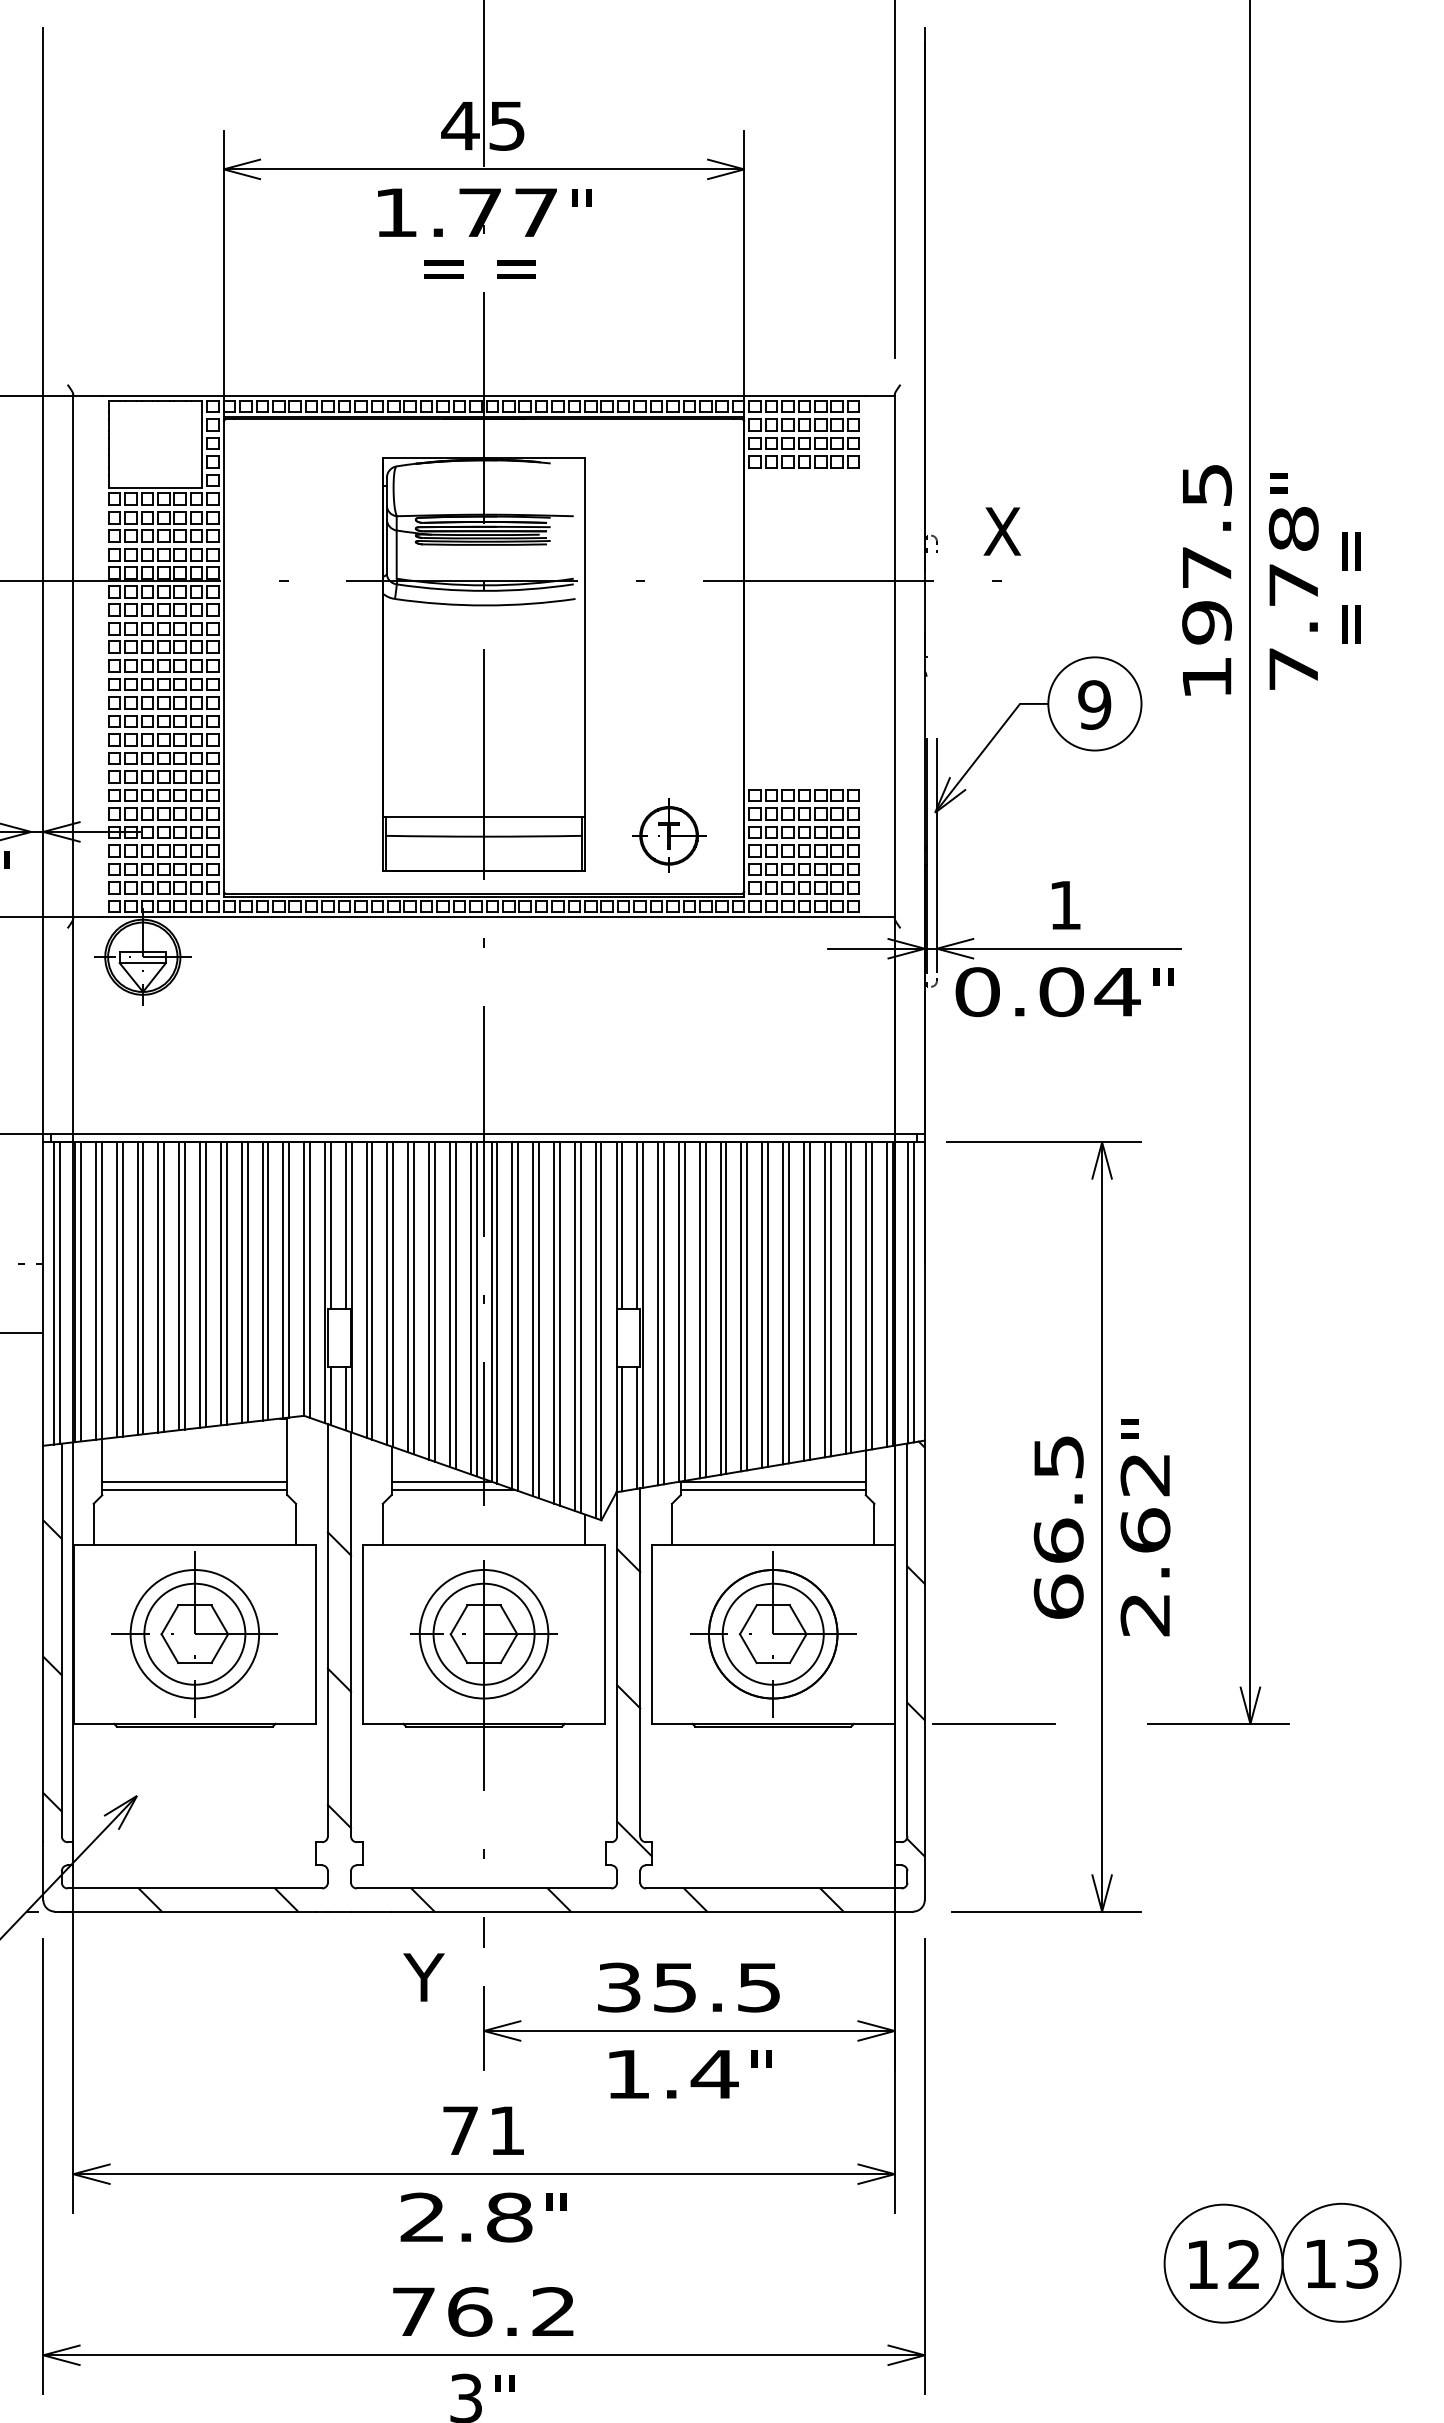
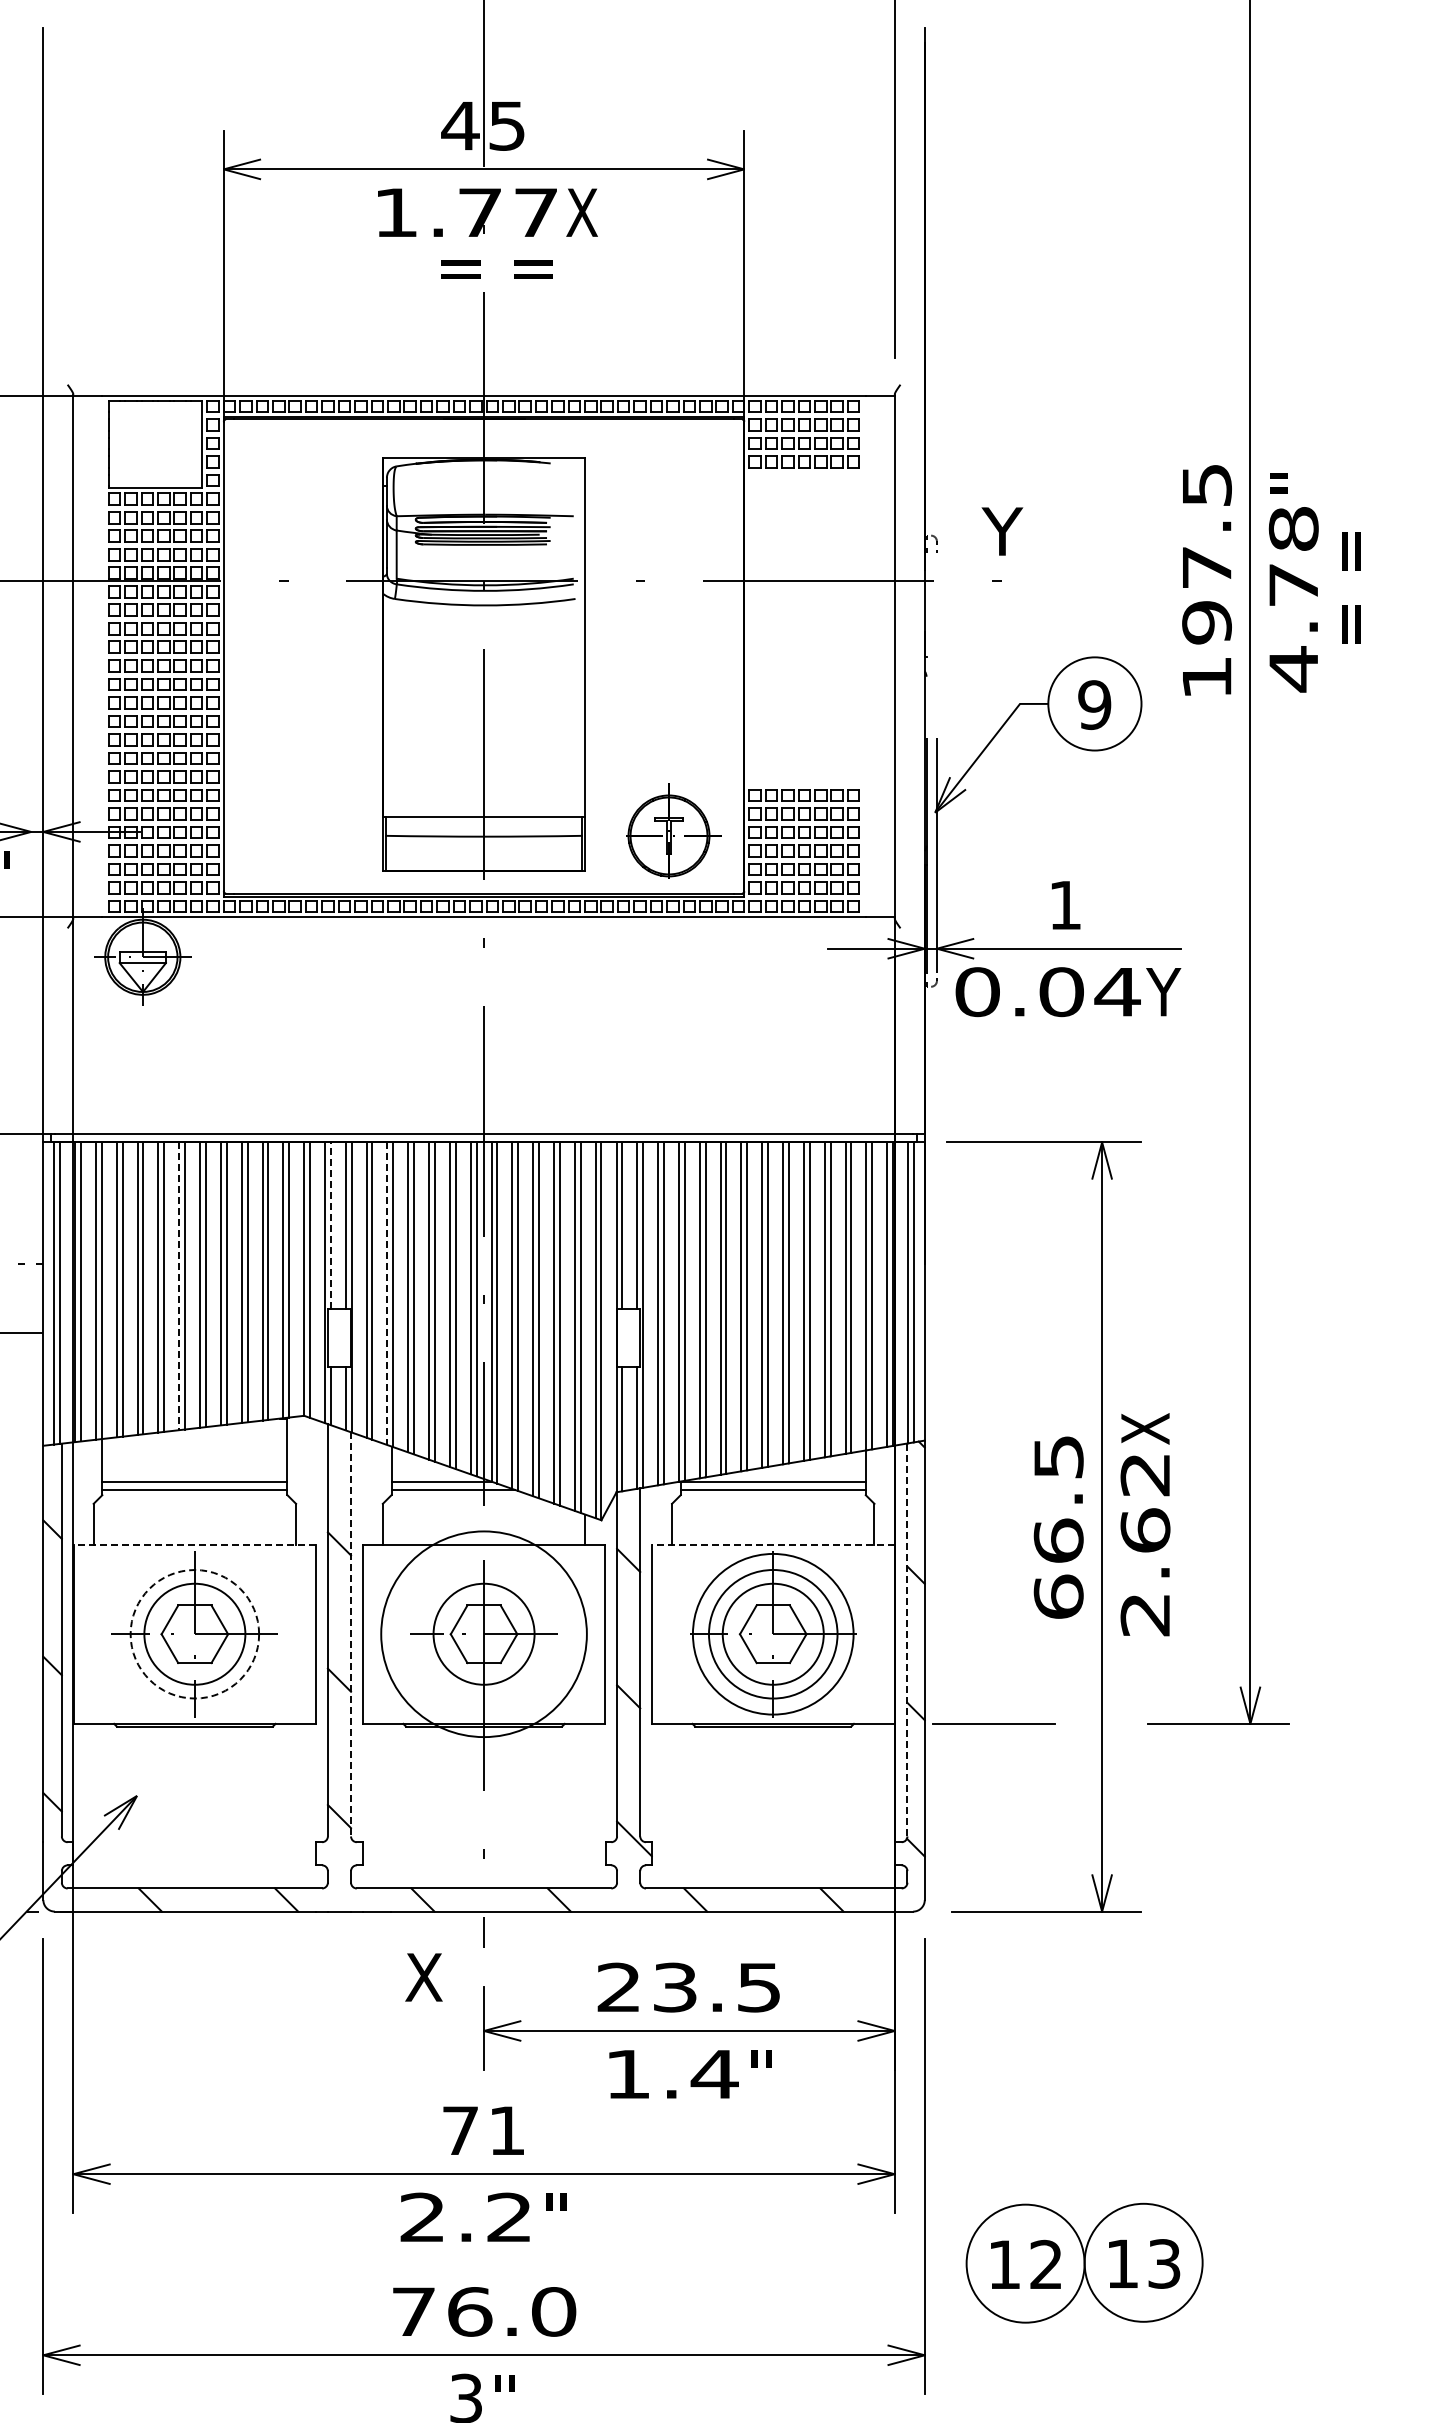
text at (581, 212): " -> X
text at (479, 269) position: (479, 269) -> (496, 269)
text at (1002, 531): X -> Y
text at (1293, 669): 7.78 -> 4.78
part at (669, 835) size: 75x75 px -> 96x96 px
text at (1163, 992): " -> Y
line at (330, 1225): solid -> dashed
line at (179, 1286): solid -> dashed
line at (387, 1294): solid -> dashed
text at (1145, 1428): " -> X
line at (194, 1544): solid -> dashed
line at (772, 1544): solid -> dashed
circle at (194, 1634): solid -> dashed
line at (351, 1634): solid -> dashed
circle at (483, 1634) diameter: 129 px -> 206 px
circle at (773, 1634) diameter: 129 px -> 161 px
line at (907, 1640): solid -> dashed
text at (423, 1977): Y -> X
text at (646, 1987): 35.5 -> 23.5
text at (509, 2217): 2.8 -> 2.2
part at (1282, 2262) position: (1282, 2262) -> (1084, 2262)
text at (554, 2311): 76.2 -> 76.0
